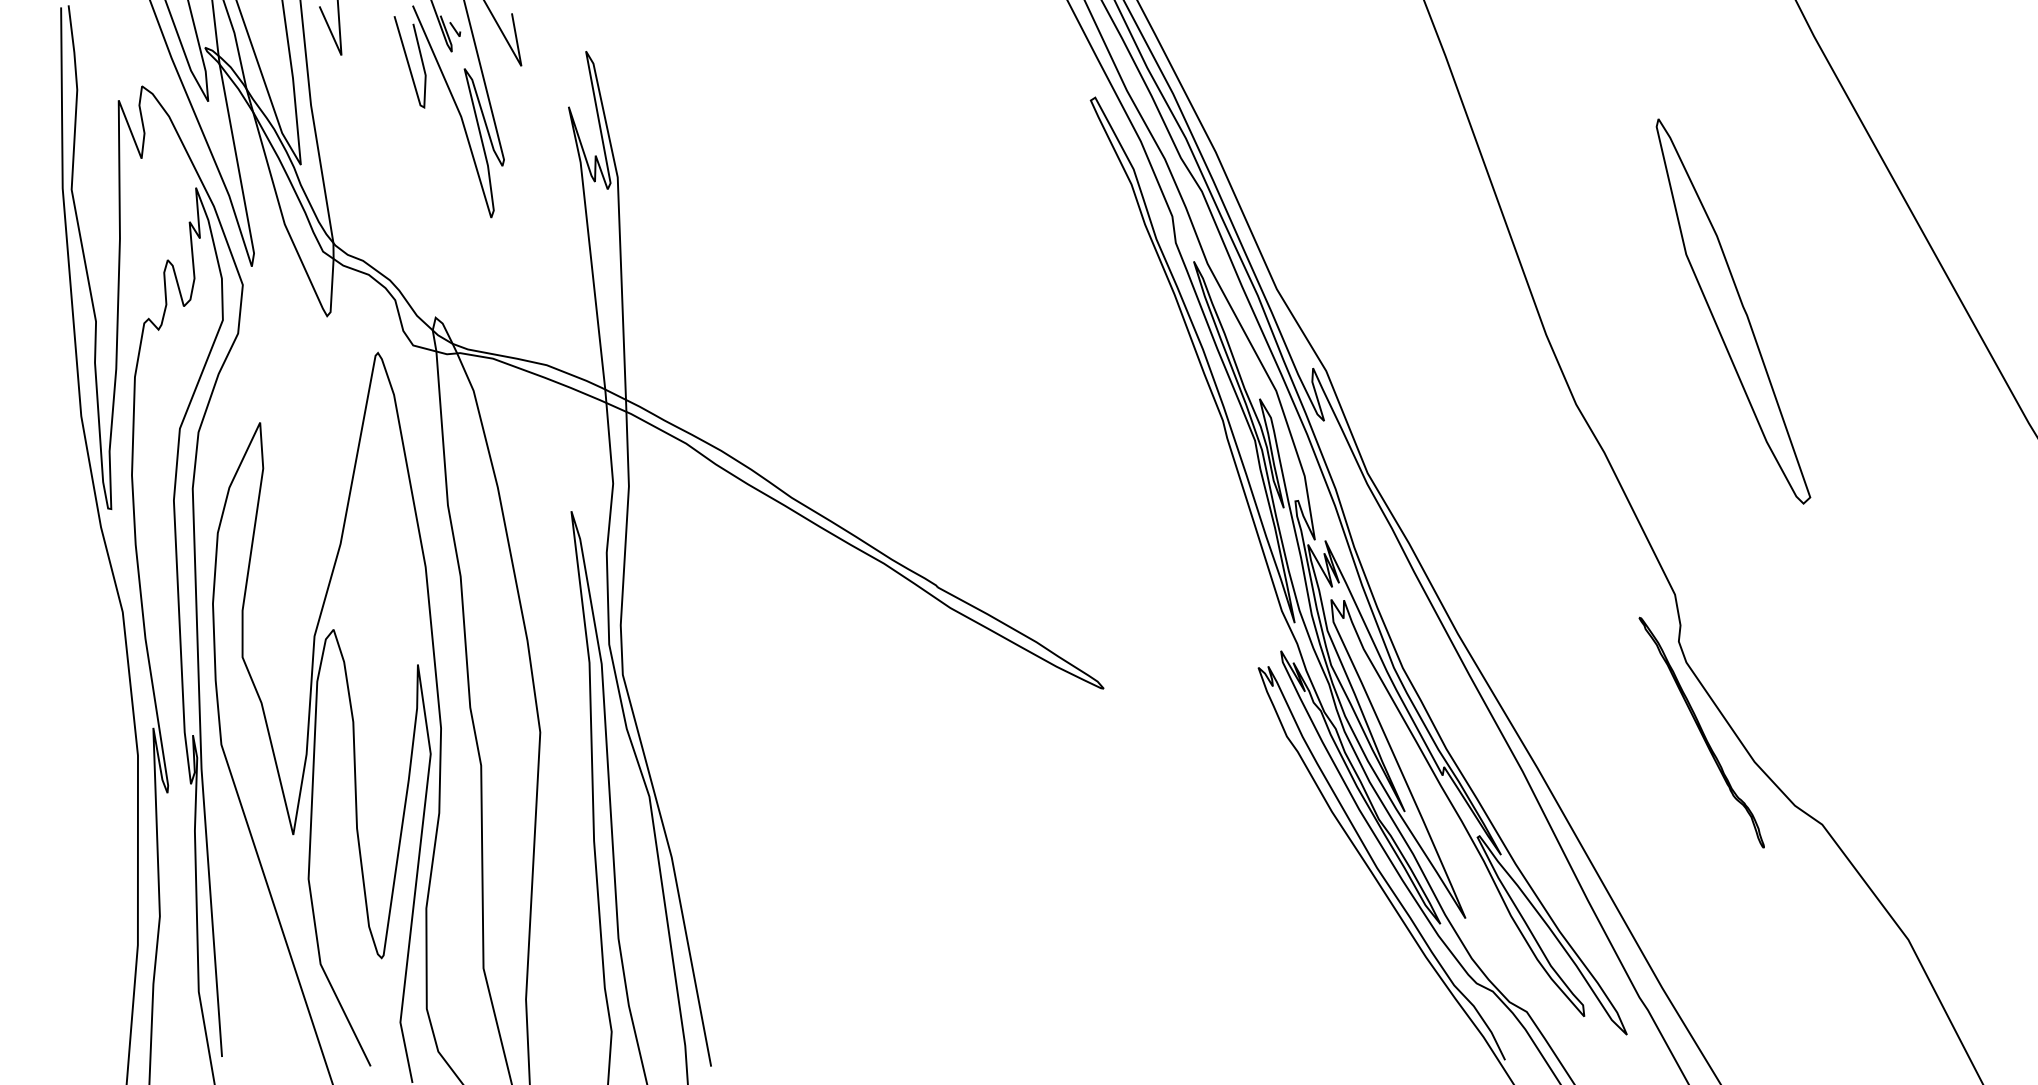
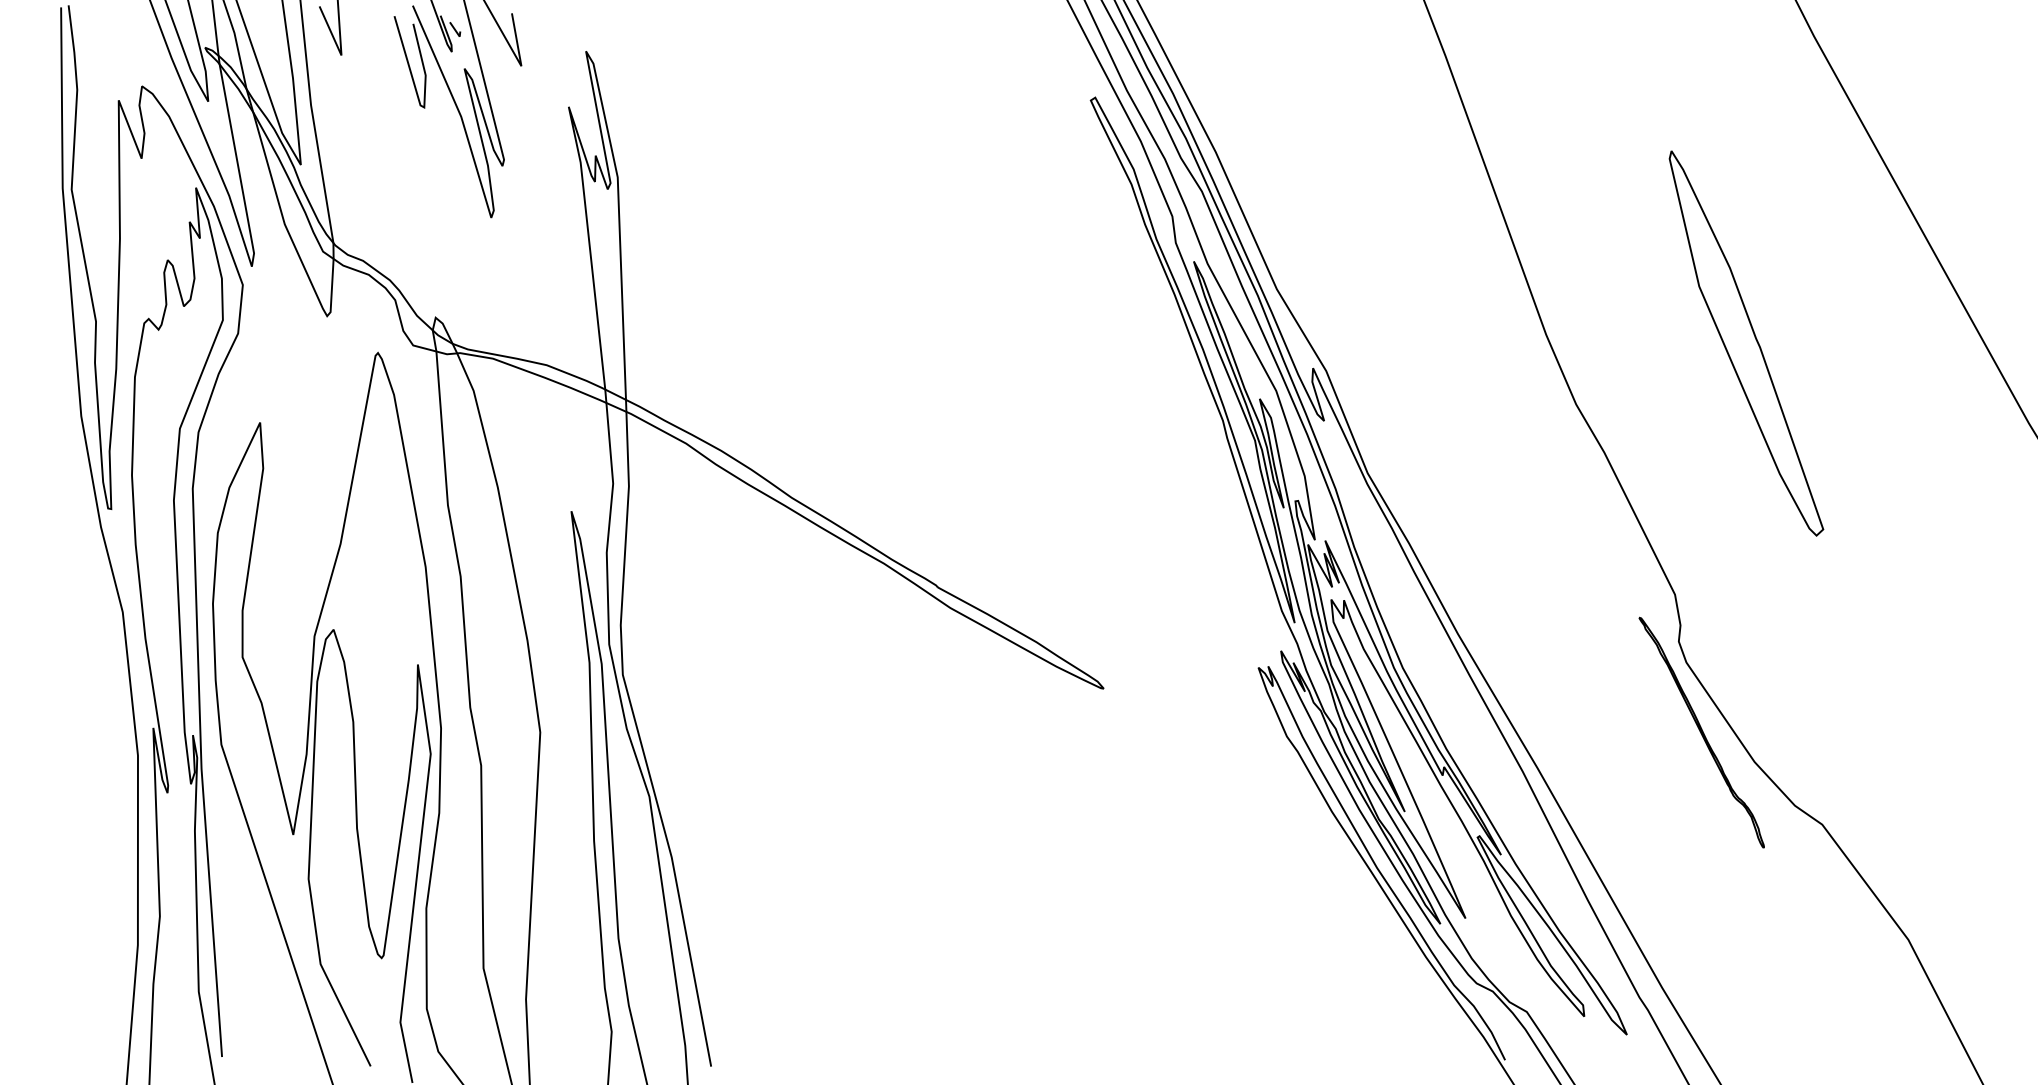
part at (1733, 311) position: (1733, 311) -> (1746, 343)
